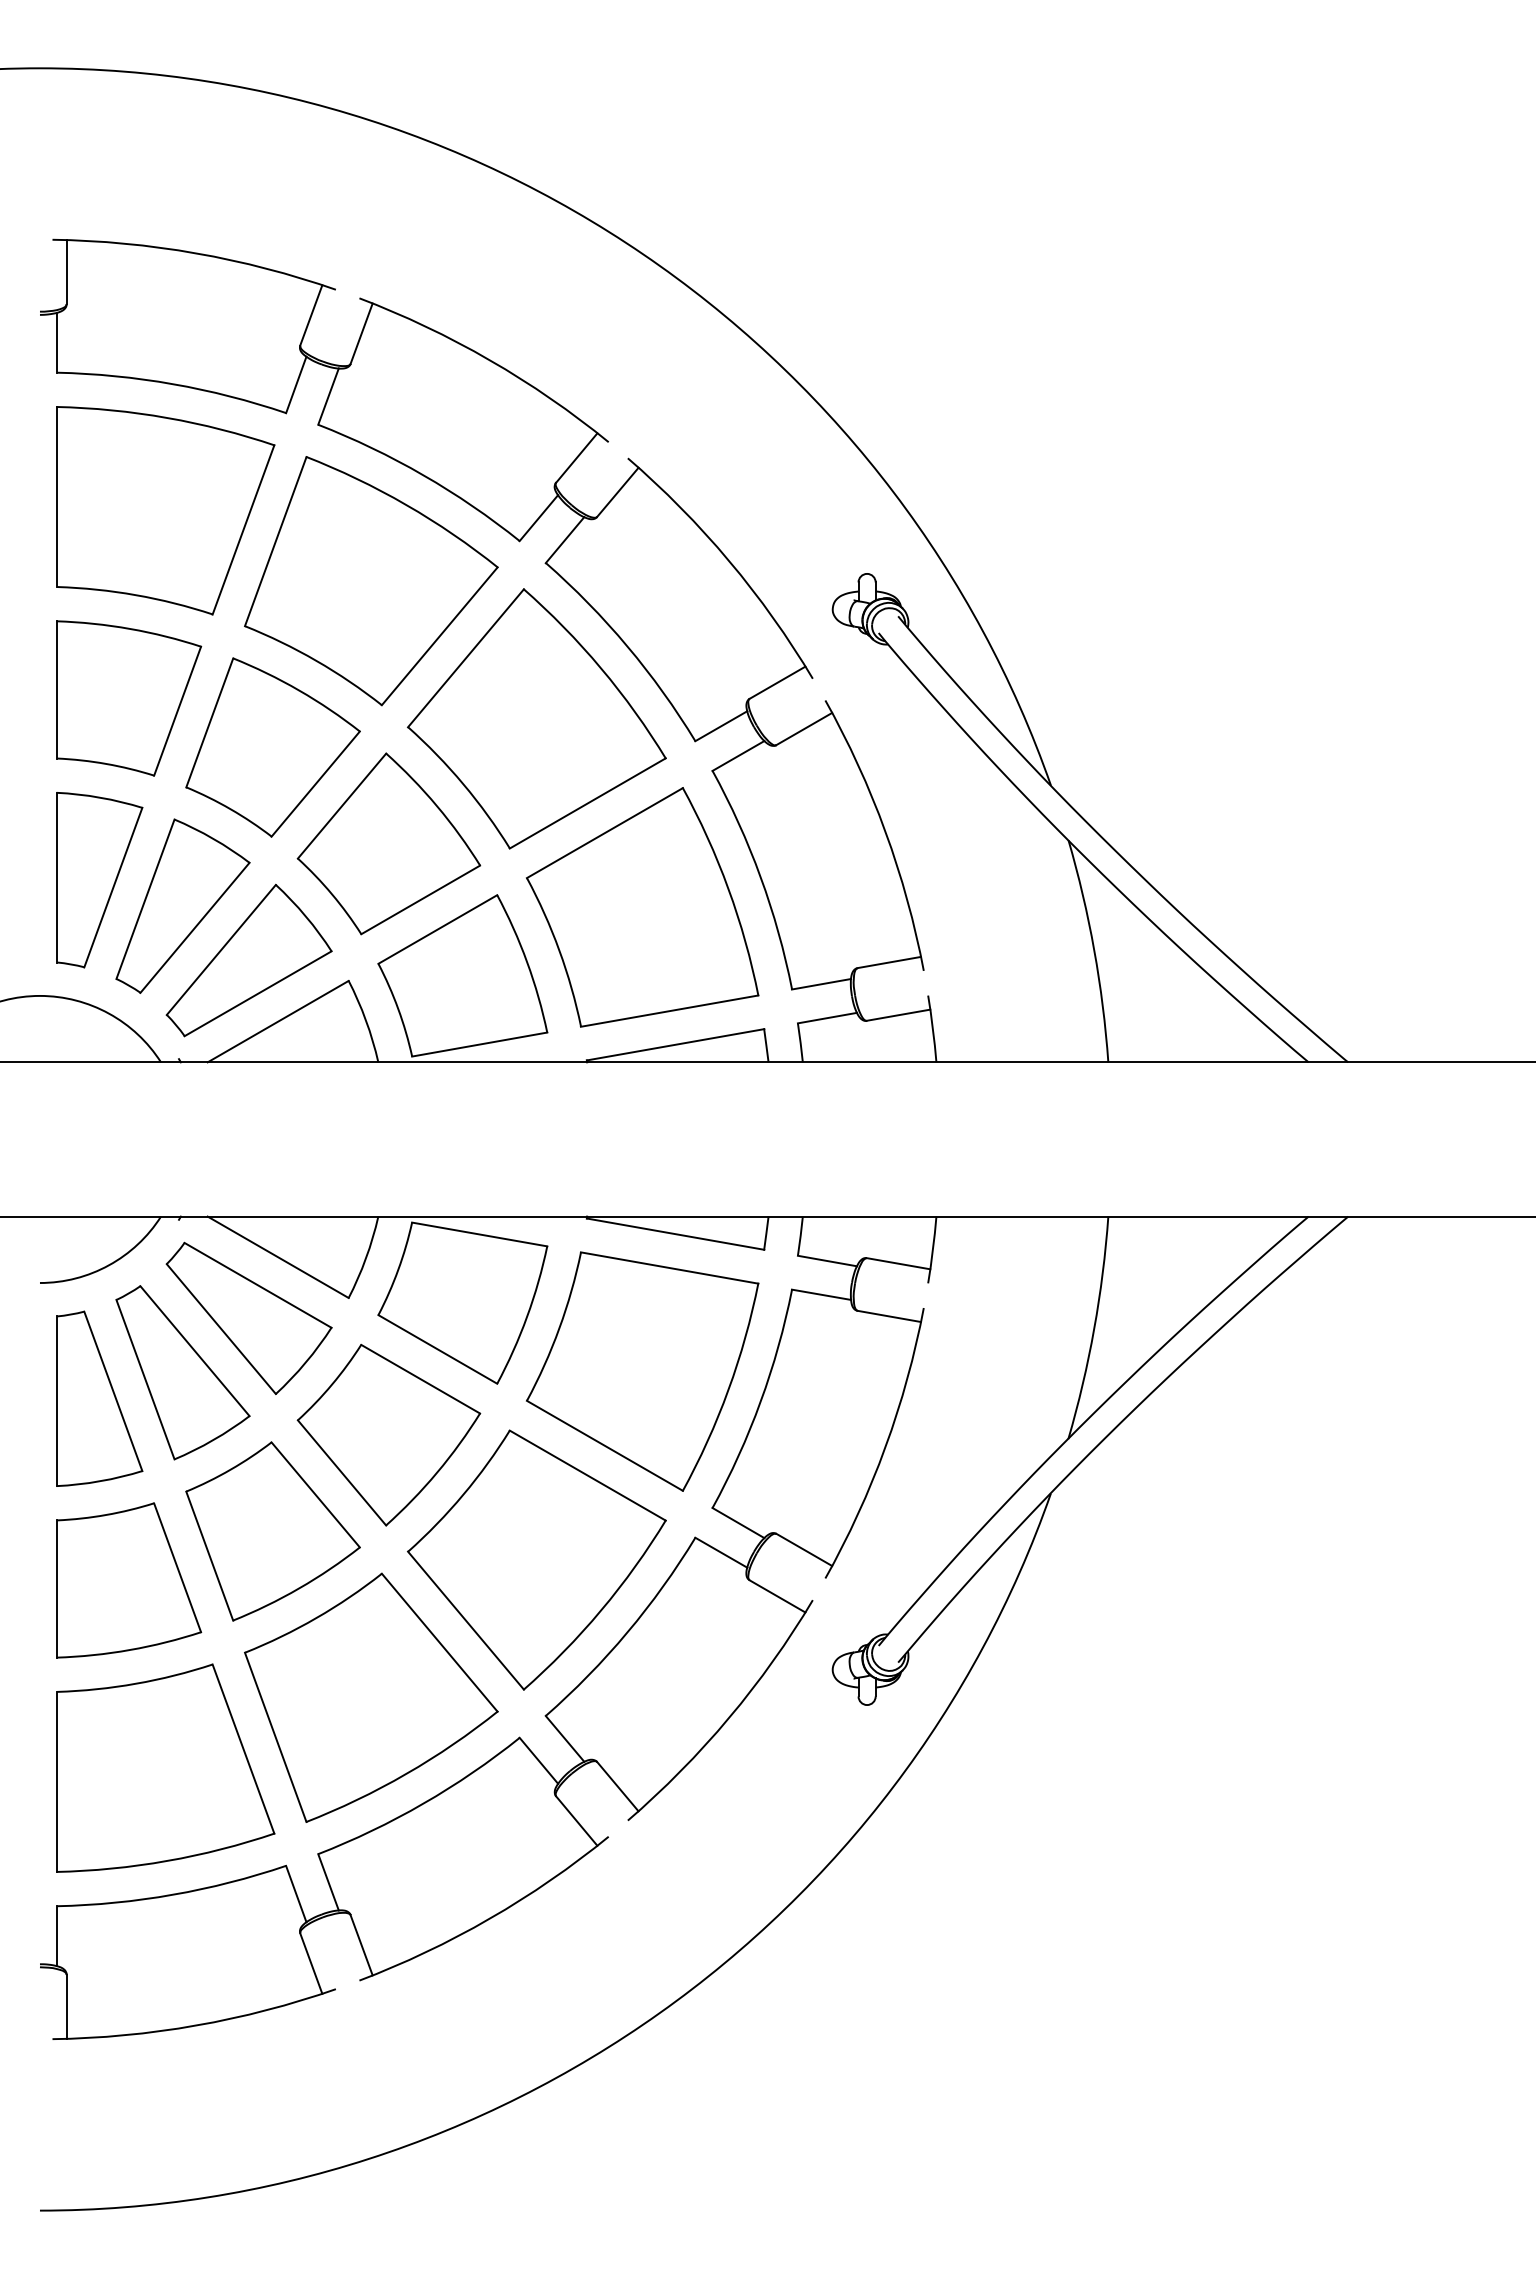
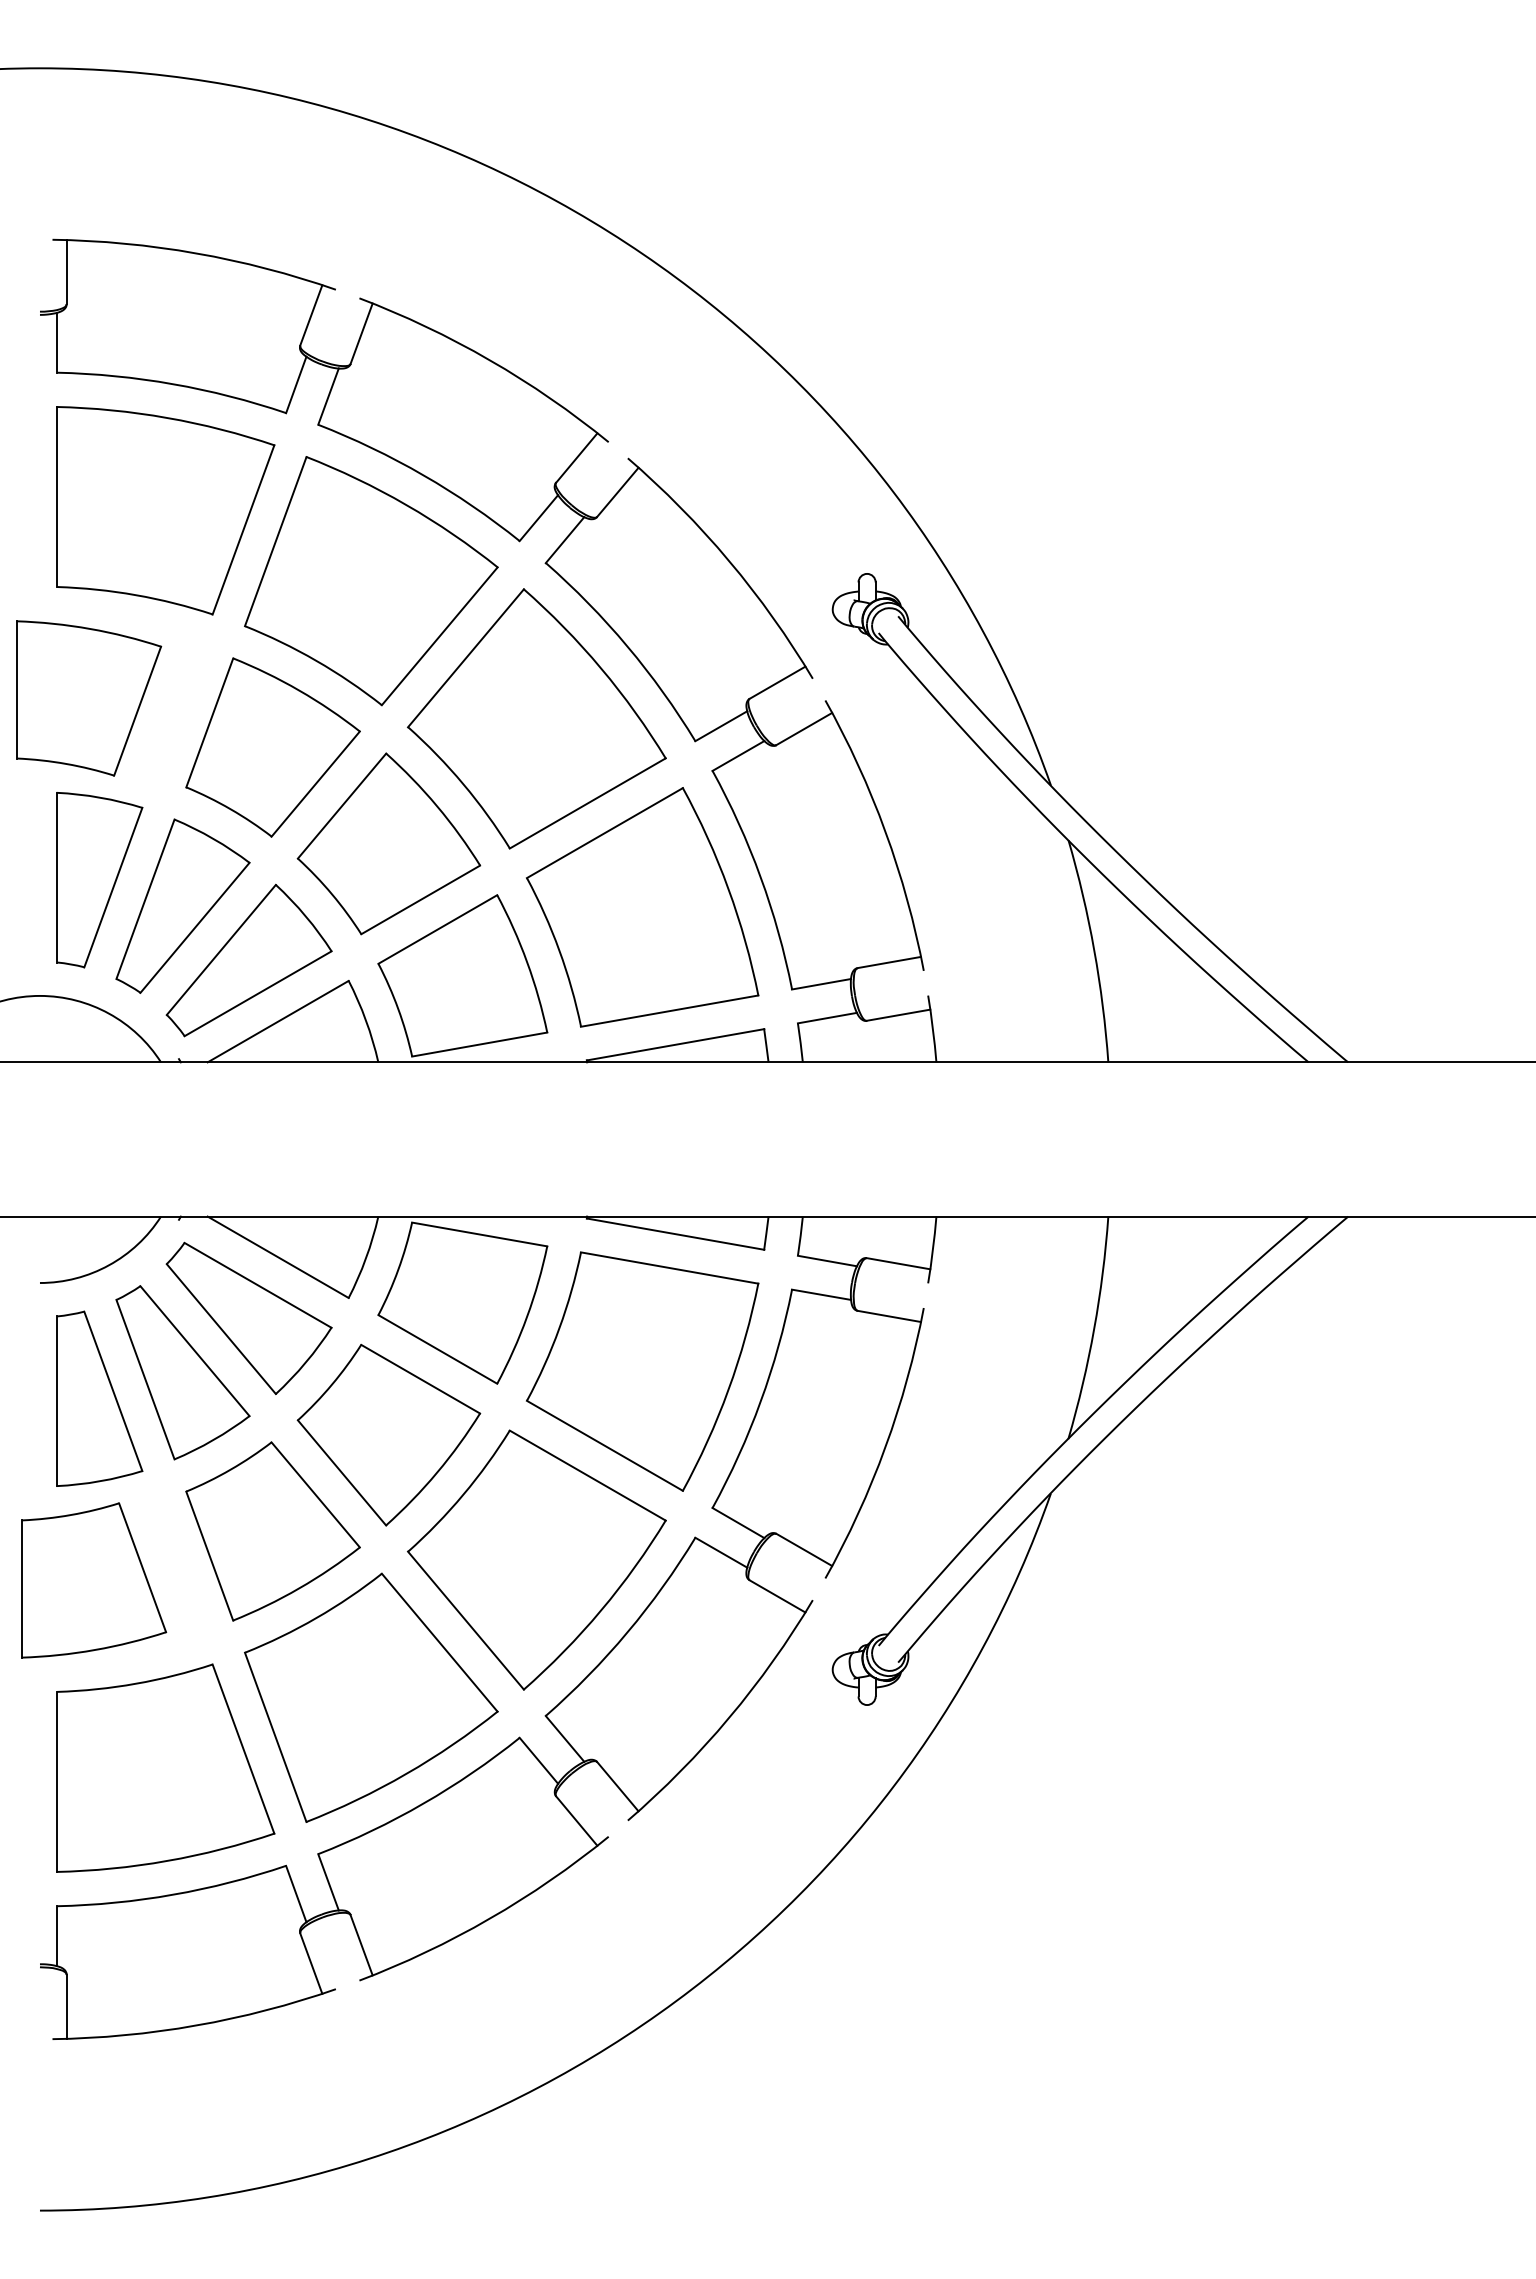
part at (129, 698) position: (129, 698) -> (89, 698)
part at (129, 1580) position: (129, 1580) -> (94, 1580)
